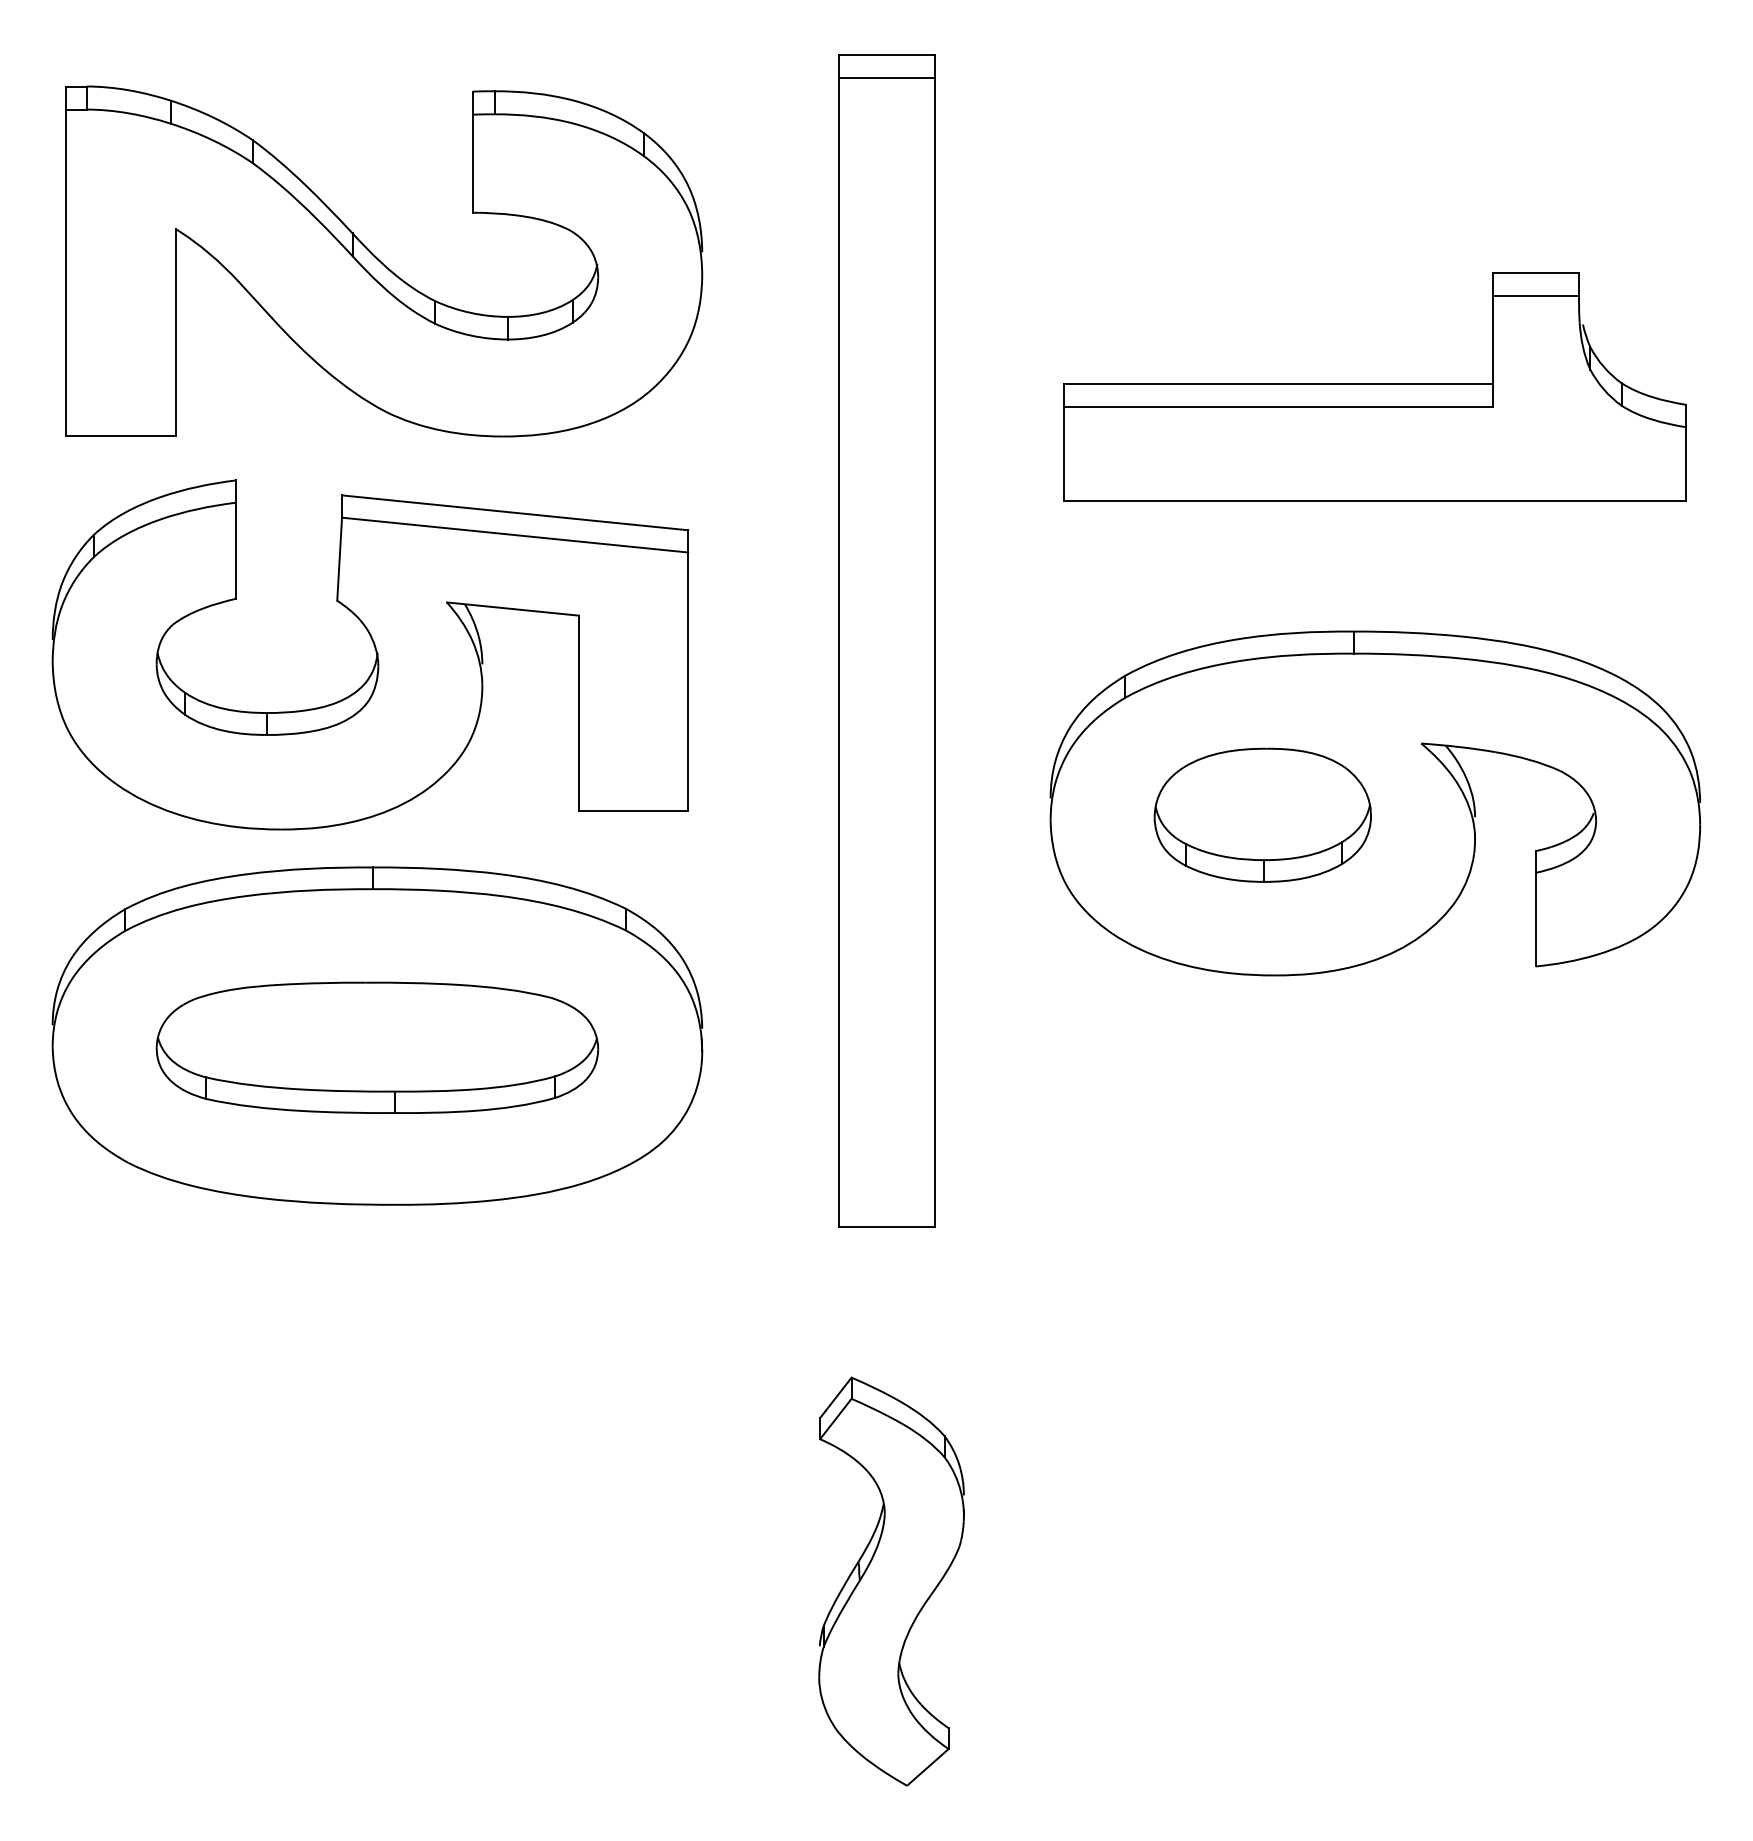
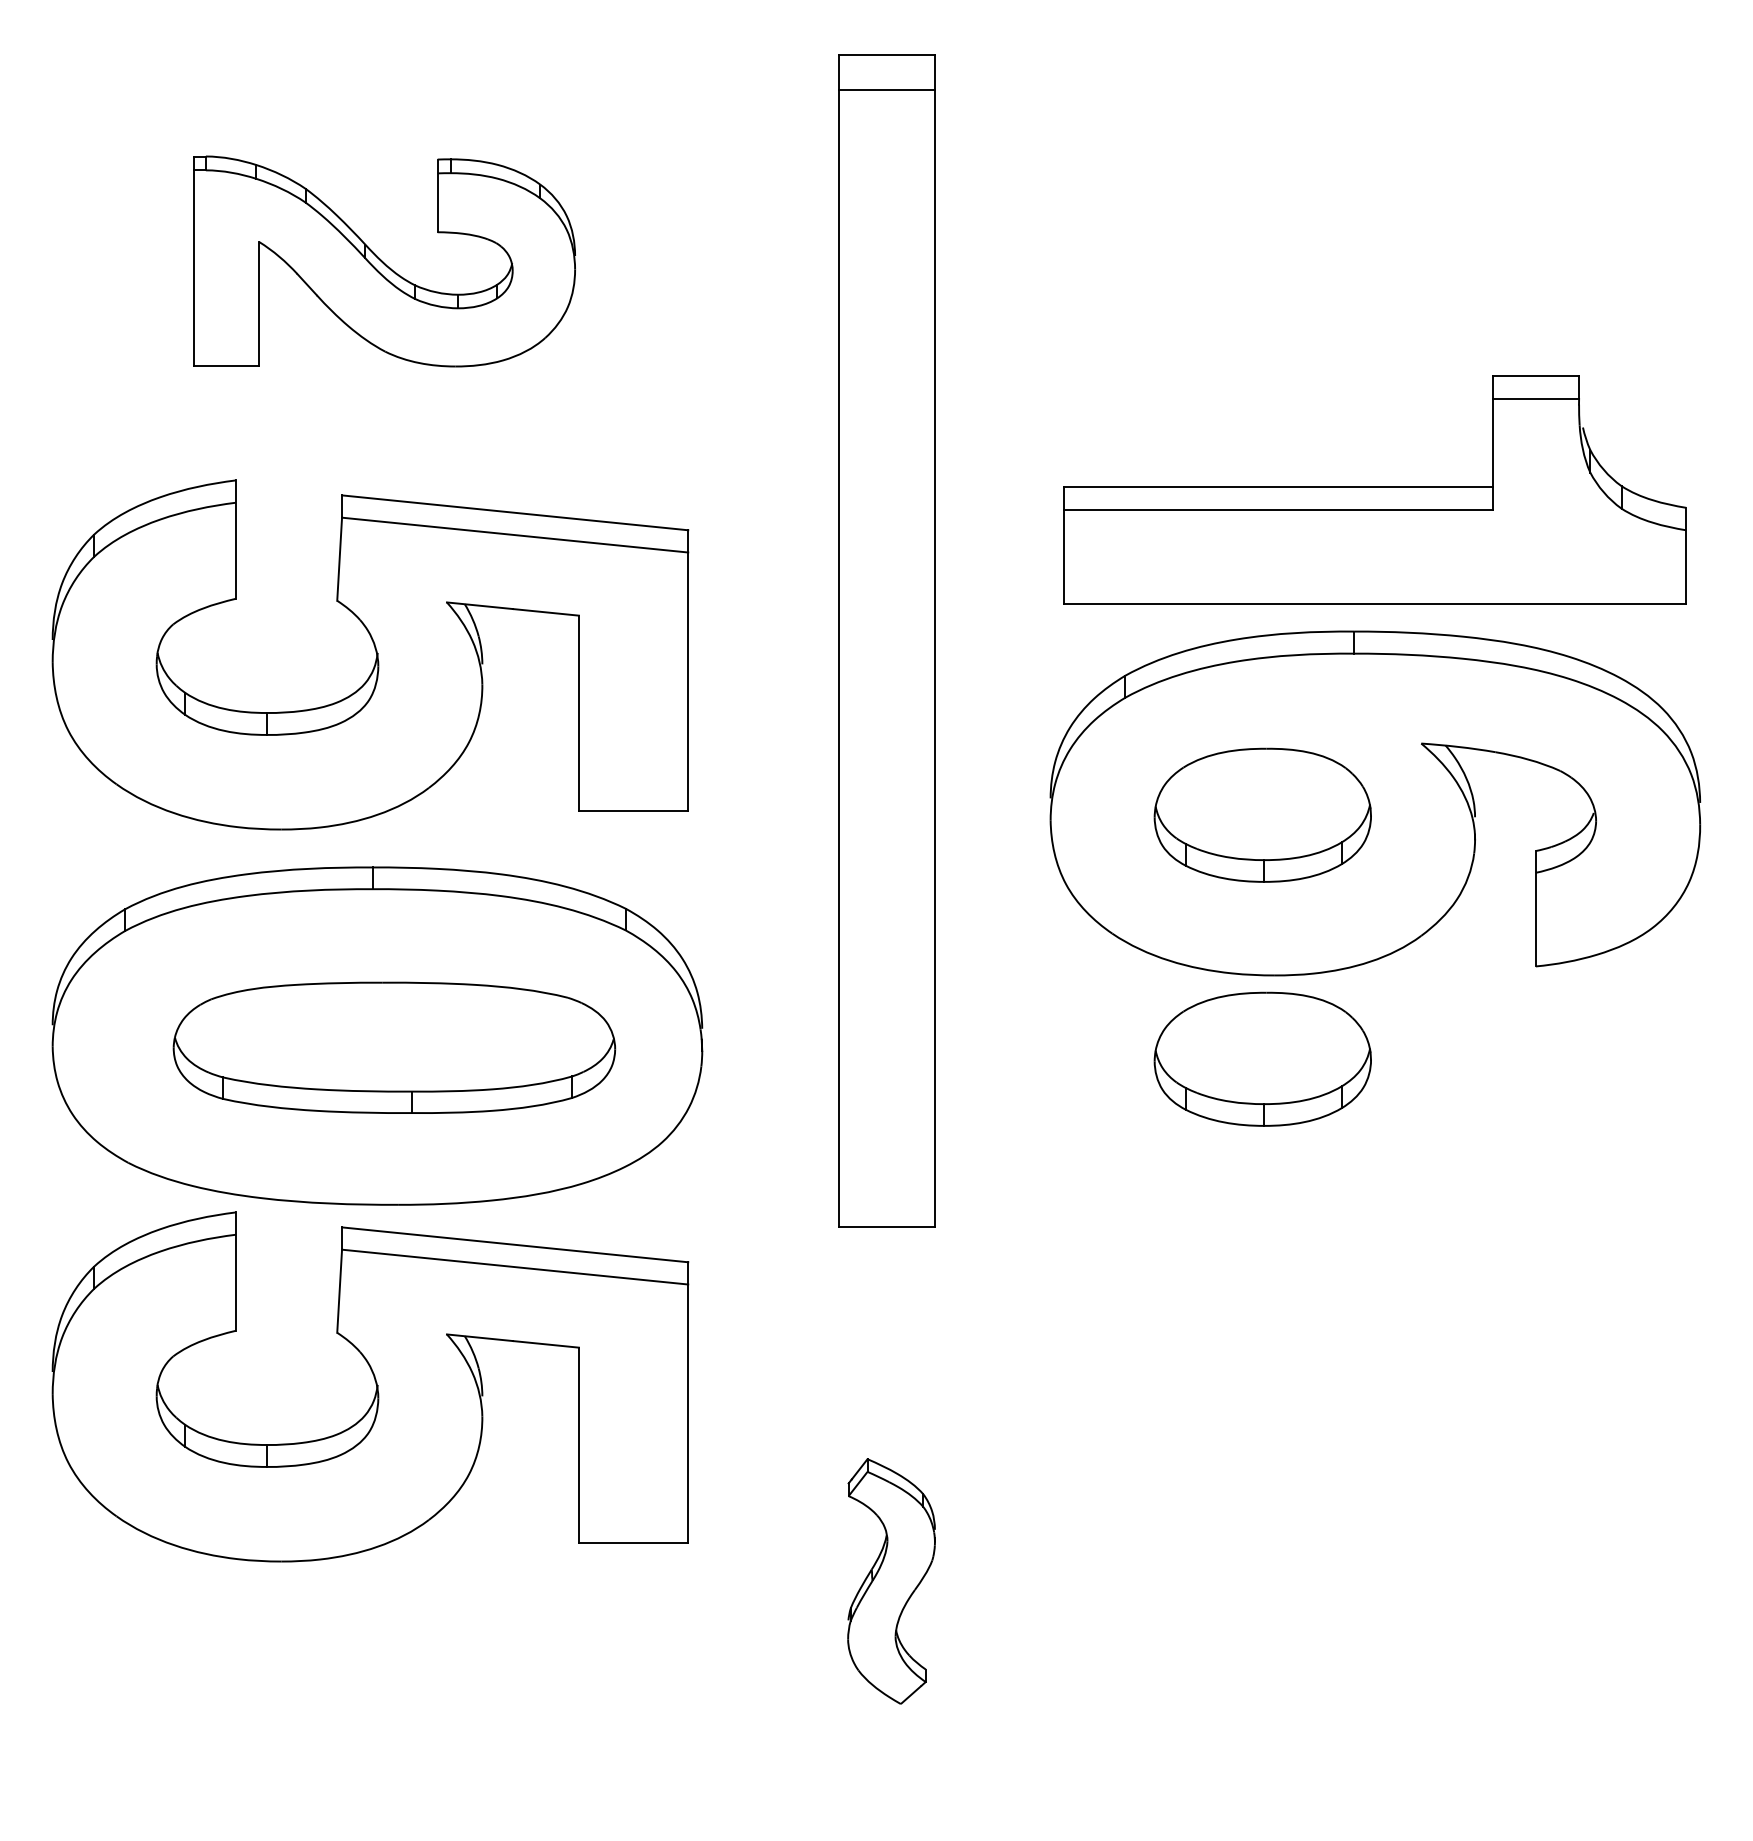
line at (886, 78) position: (886, 78) -> (886, 90)
part at (384, 261) size: 639x353 px -> 383x213 px
part at (1374, 386) position: (1374, 386) -> (1374, 489)
part at (377, 1047) position: (377, 1047) -> (394, 1047)
part at (1262, 1058): none -> present
part at (370, 1386): none -> present
part at (891, 1581) size: 147x411 px -> 89x247 px
